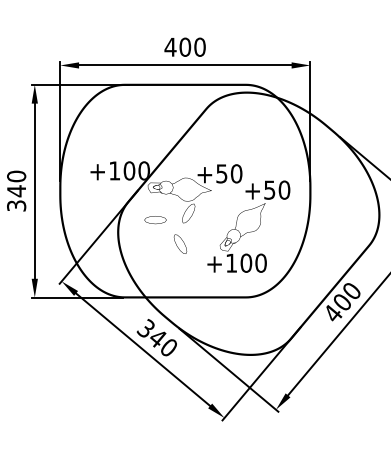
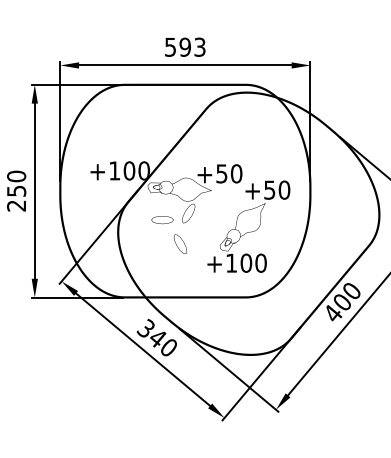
text at (184, 46): 400 -> 593
text at (16, 198): 340 -> 250
part at (155, 220) position: (155, 220) -> (162, 220)
